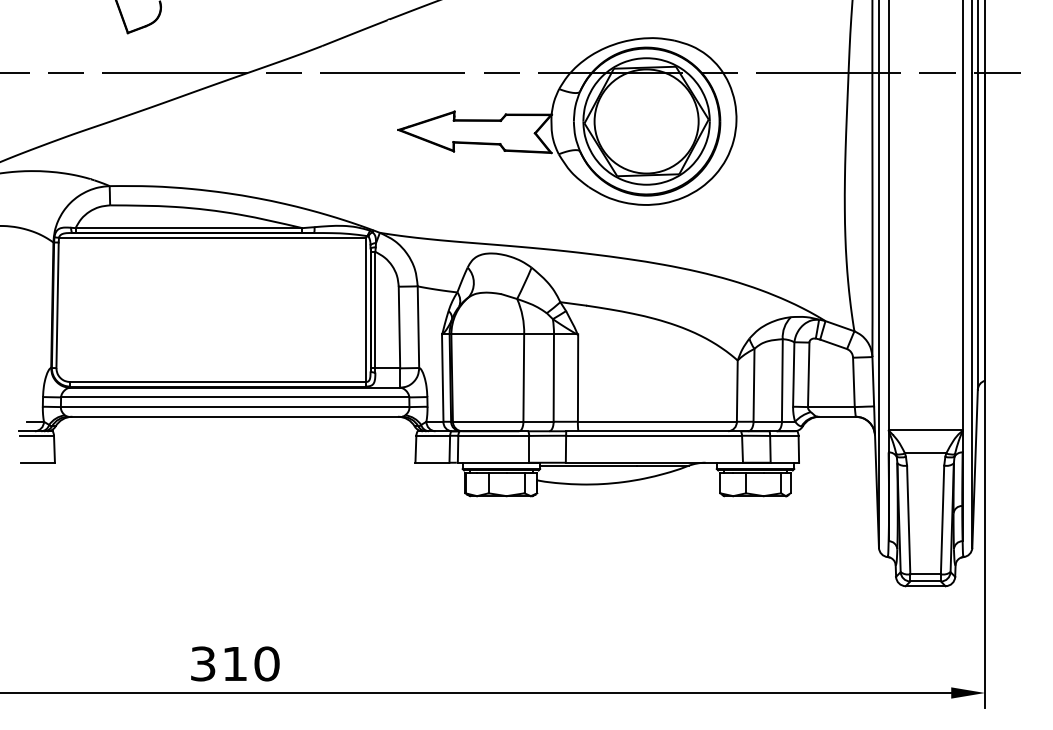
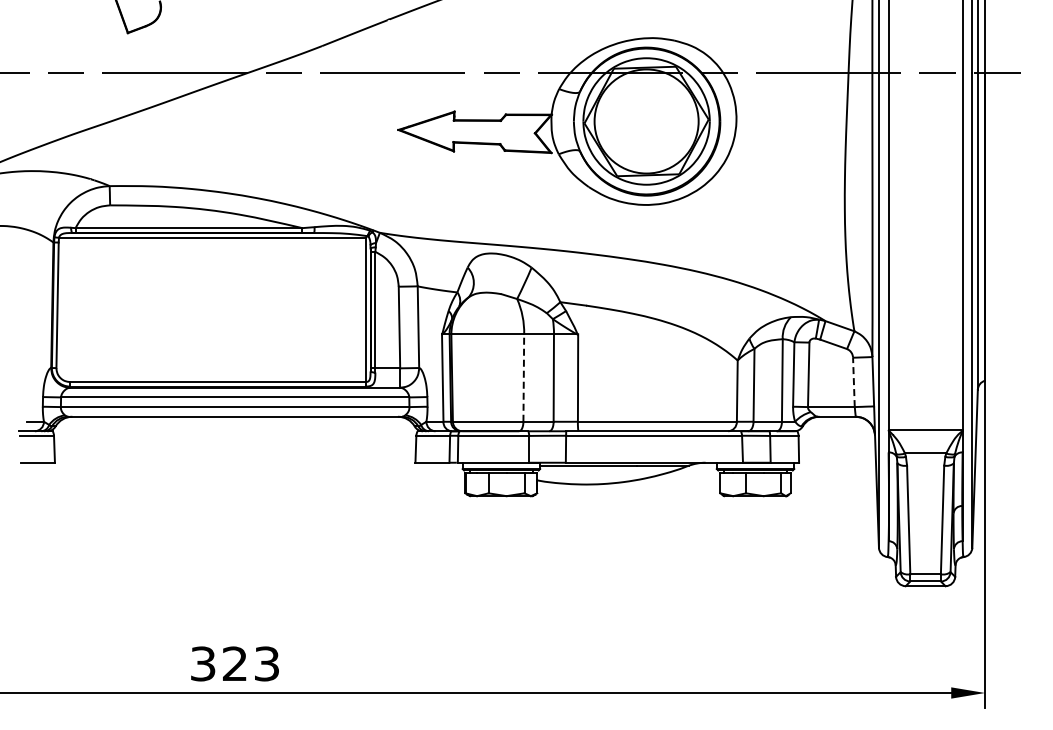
line at (523, 378): solid -> dashed
line at (853, 382): solid -> dashed
text at (251, 663): 310 -> 323
